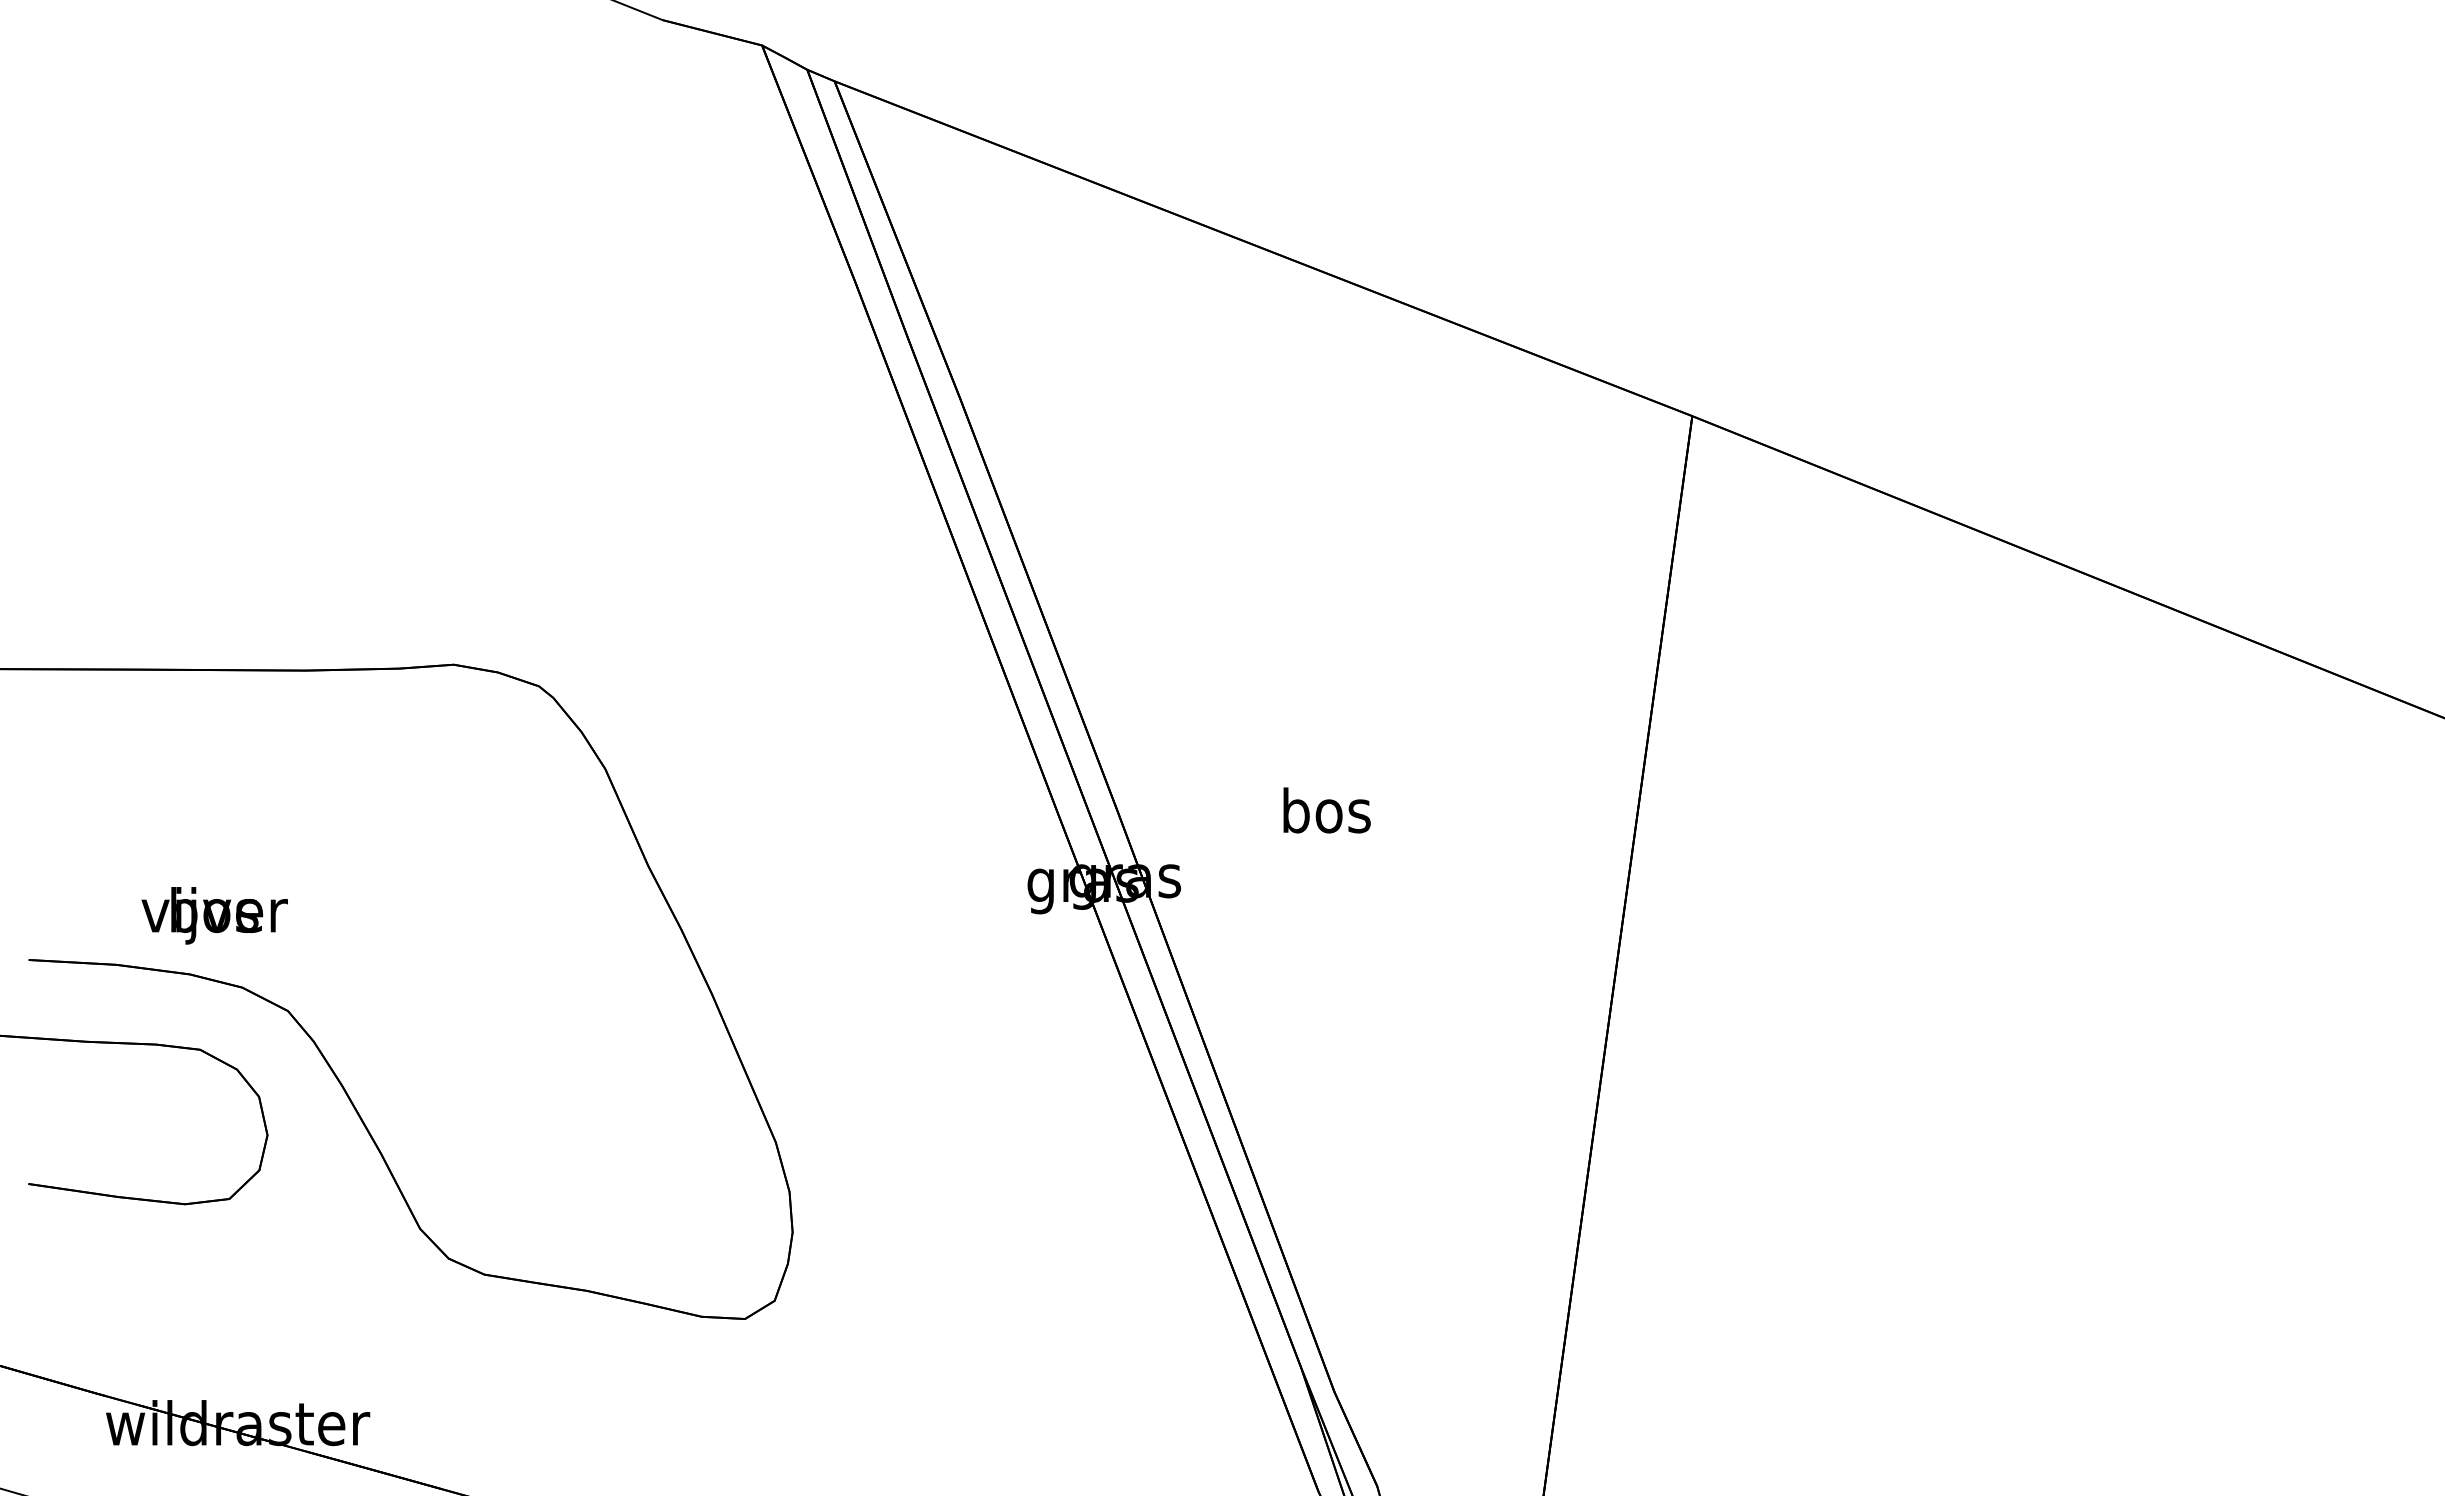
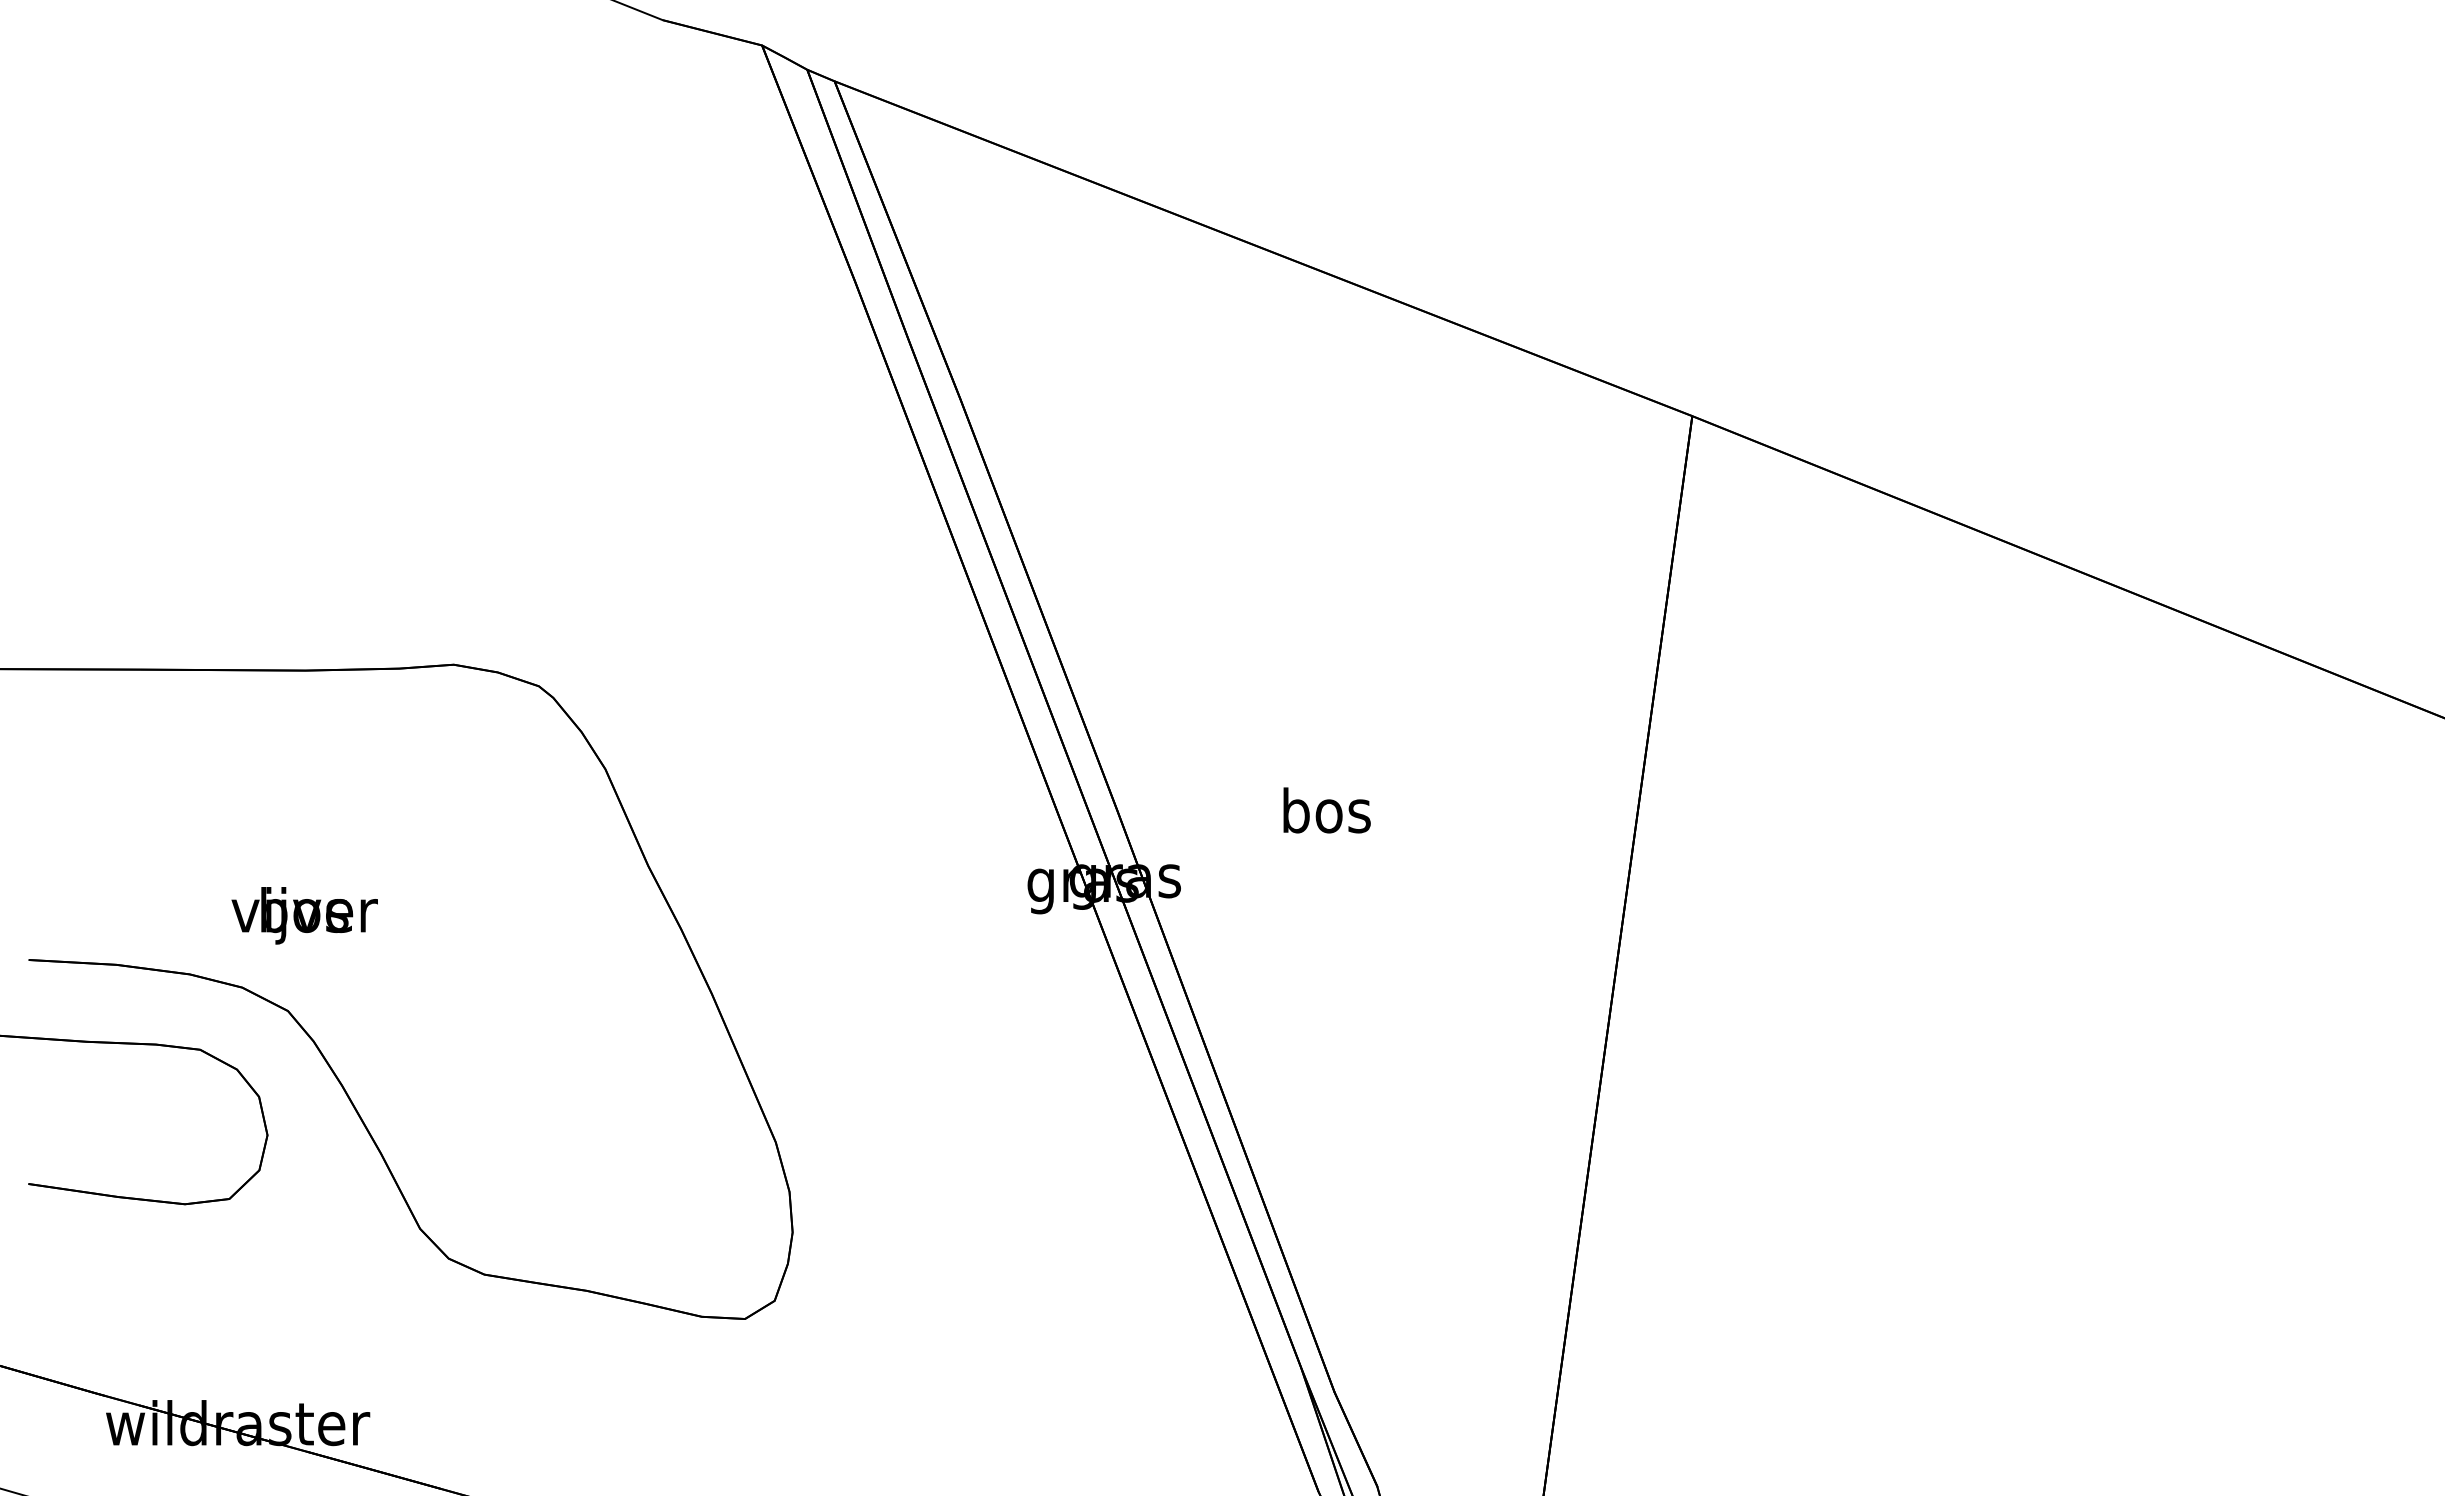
text at (214, 915) position: (214, 915) -> (304, 915)
